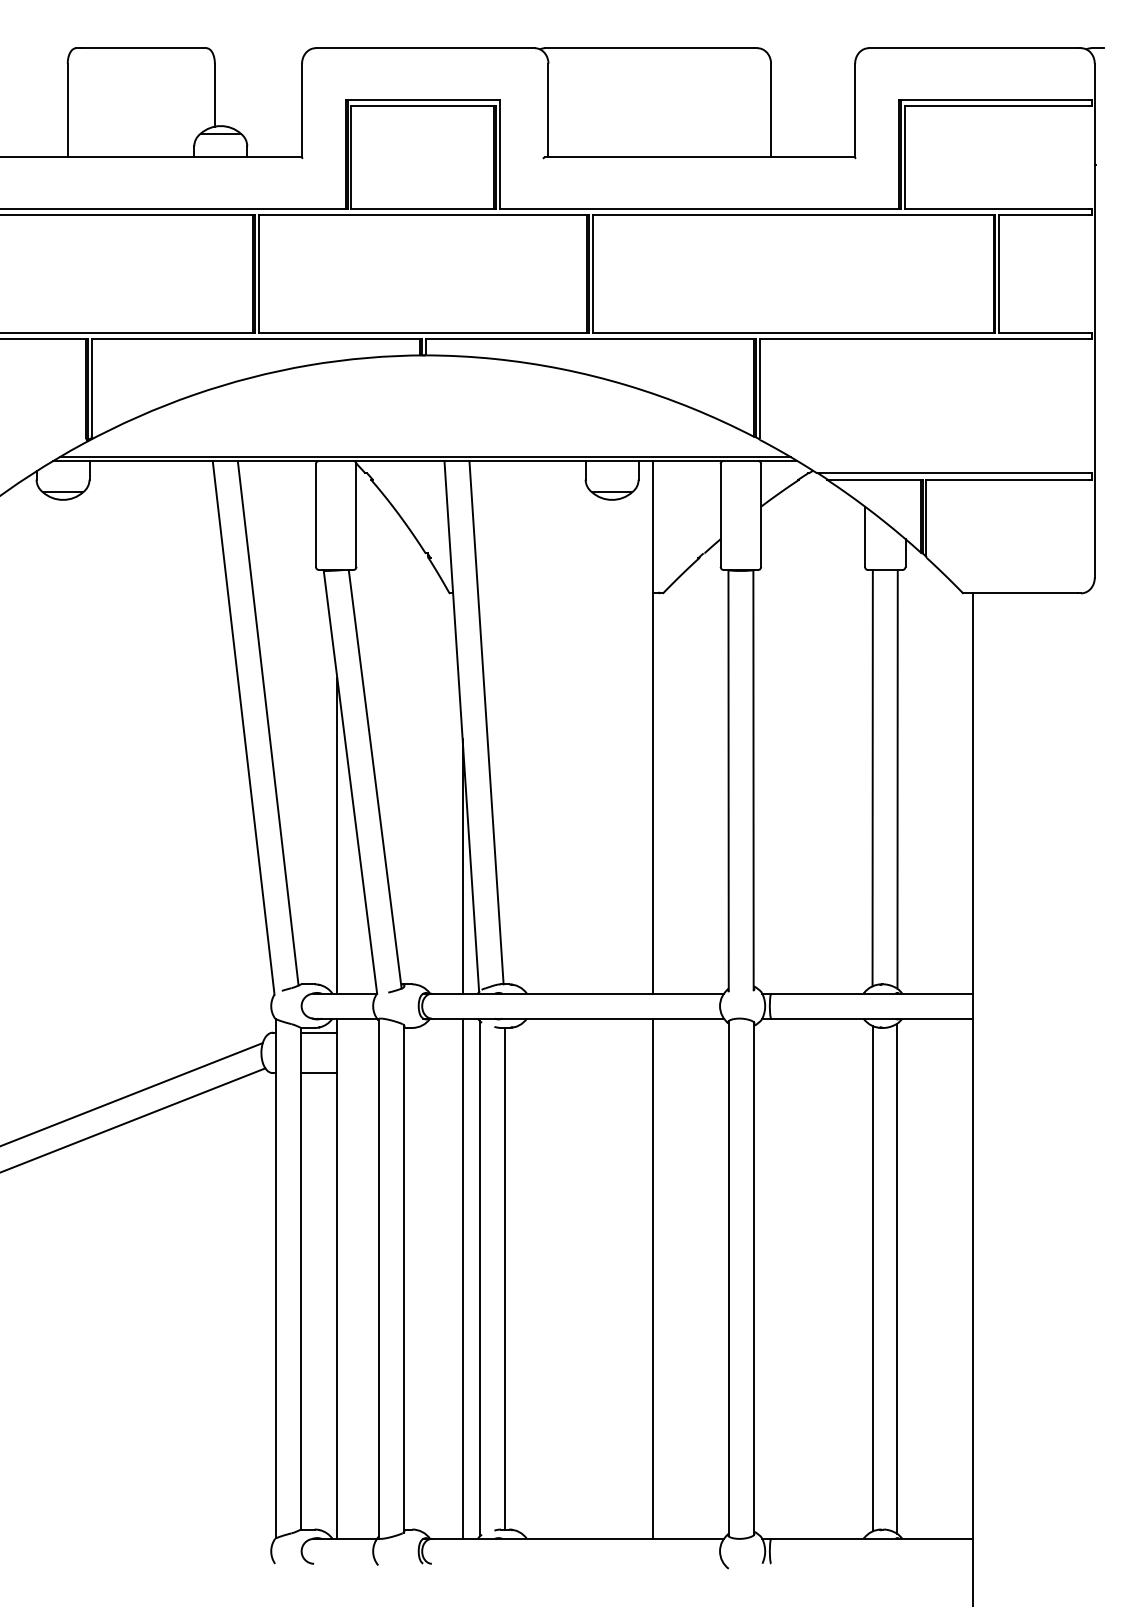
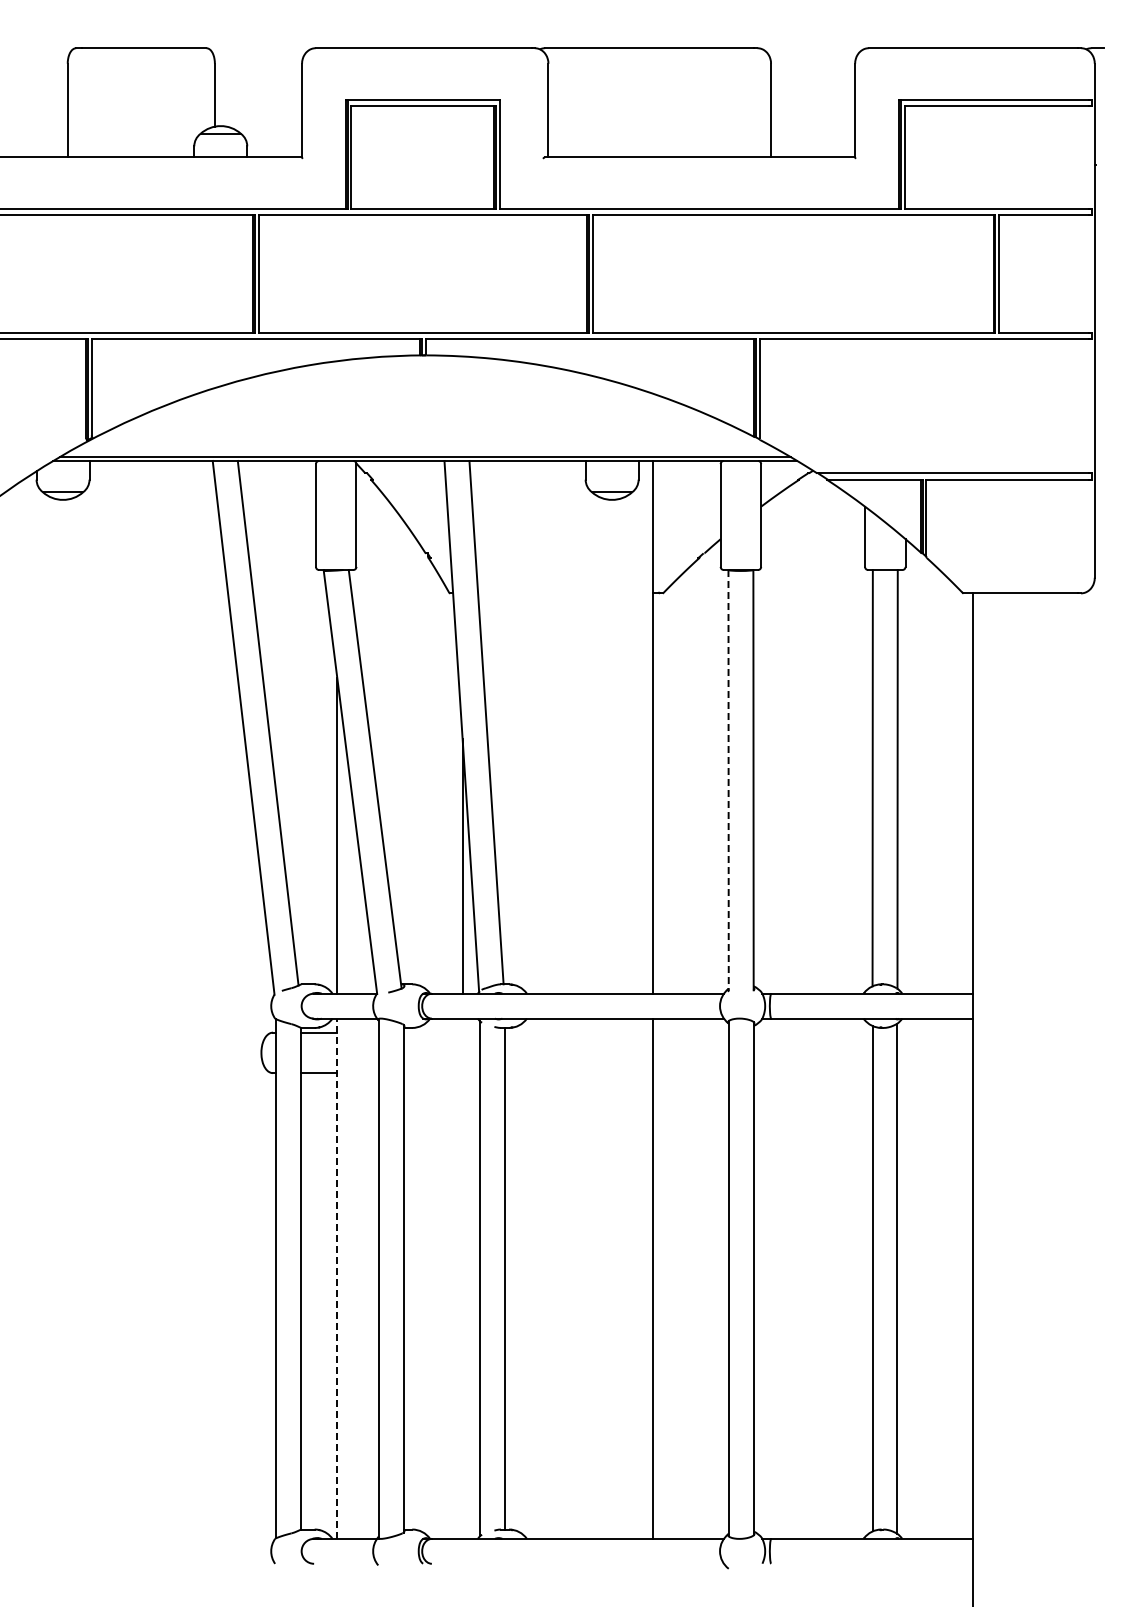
line at (728, 780): solid -> dashed
line at (132, 1094): present -> none
line at (133, 1119): present -> none
line at (337, 1278): solid -> dashed
line at (462, 1278): present -> none
